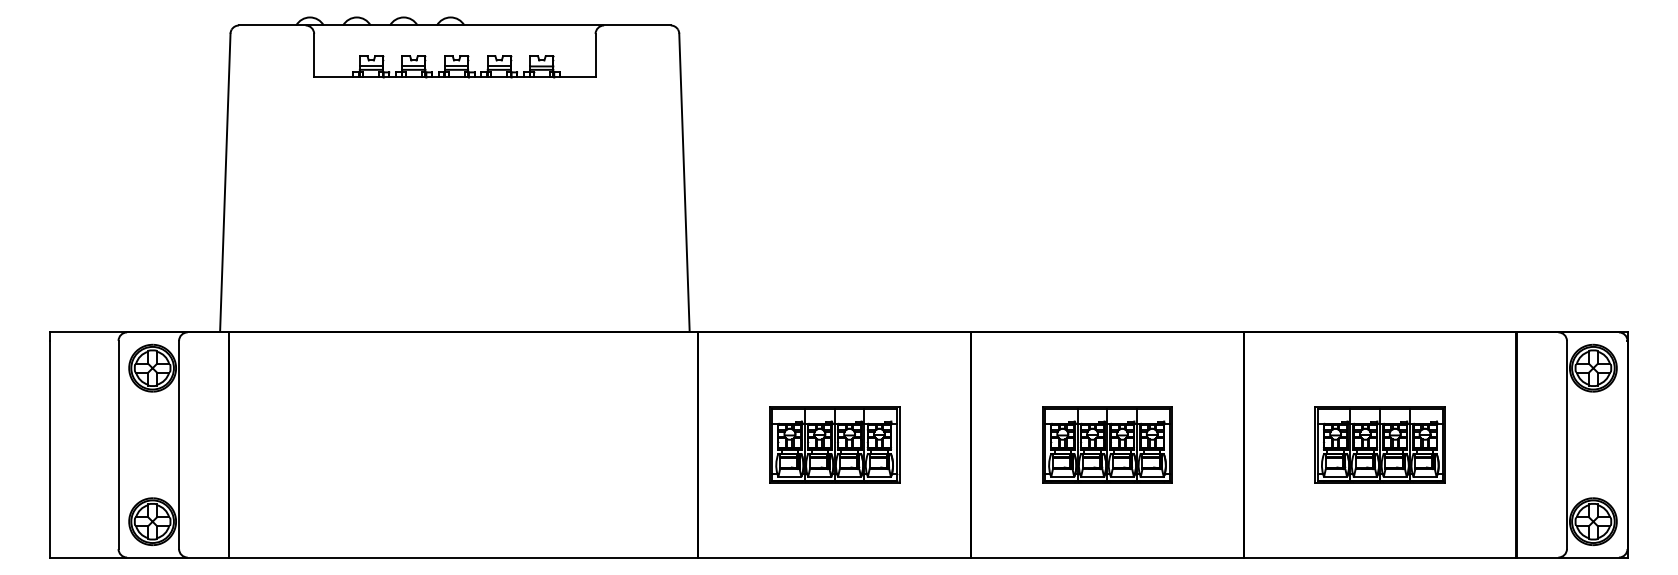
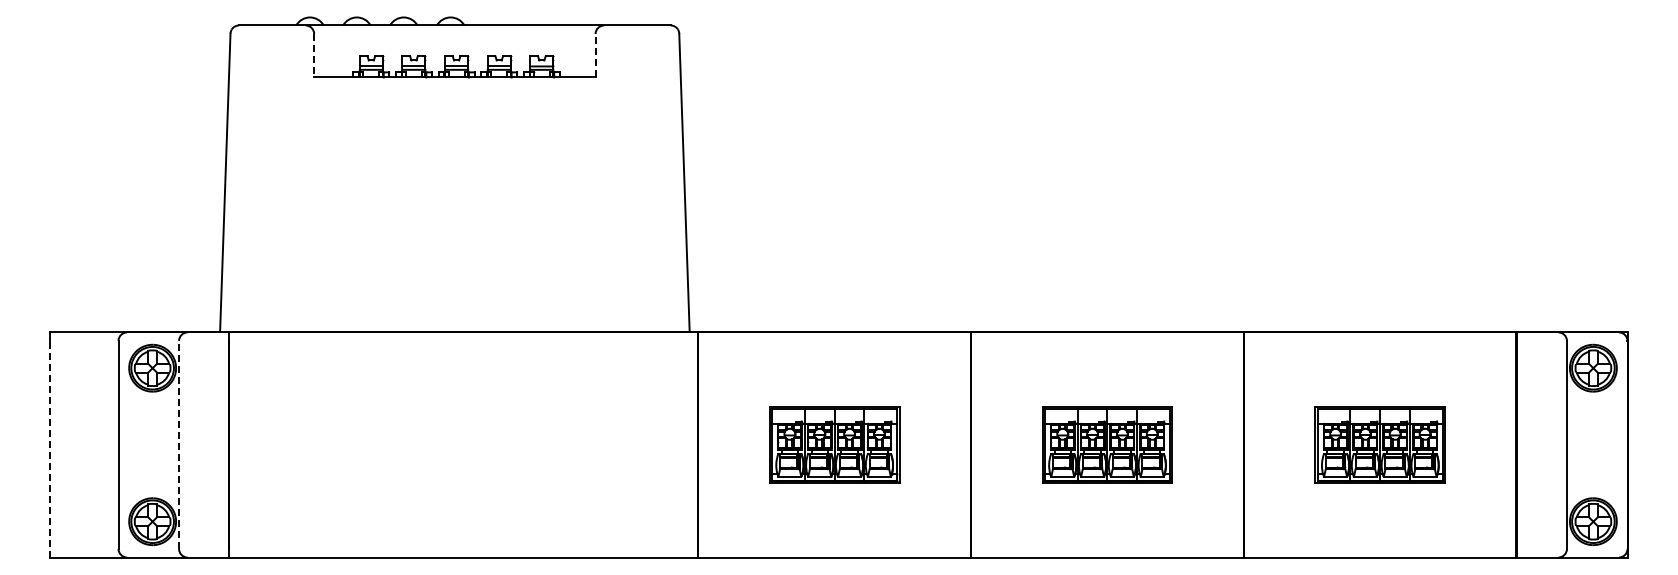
line at (314, 55): solid -> dashed
line at (595, 55): solid -> dashed
line at (179, 444): solid -> dashed
line at (50, 448): solid -> dashed
